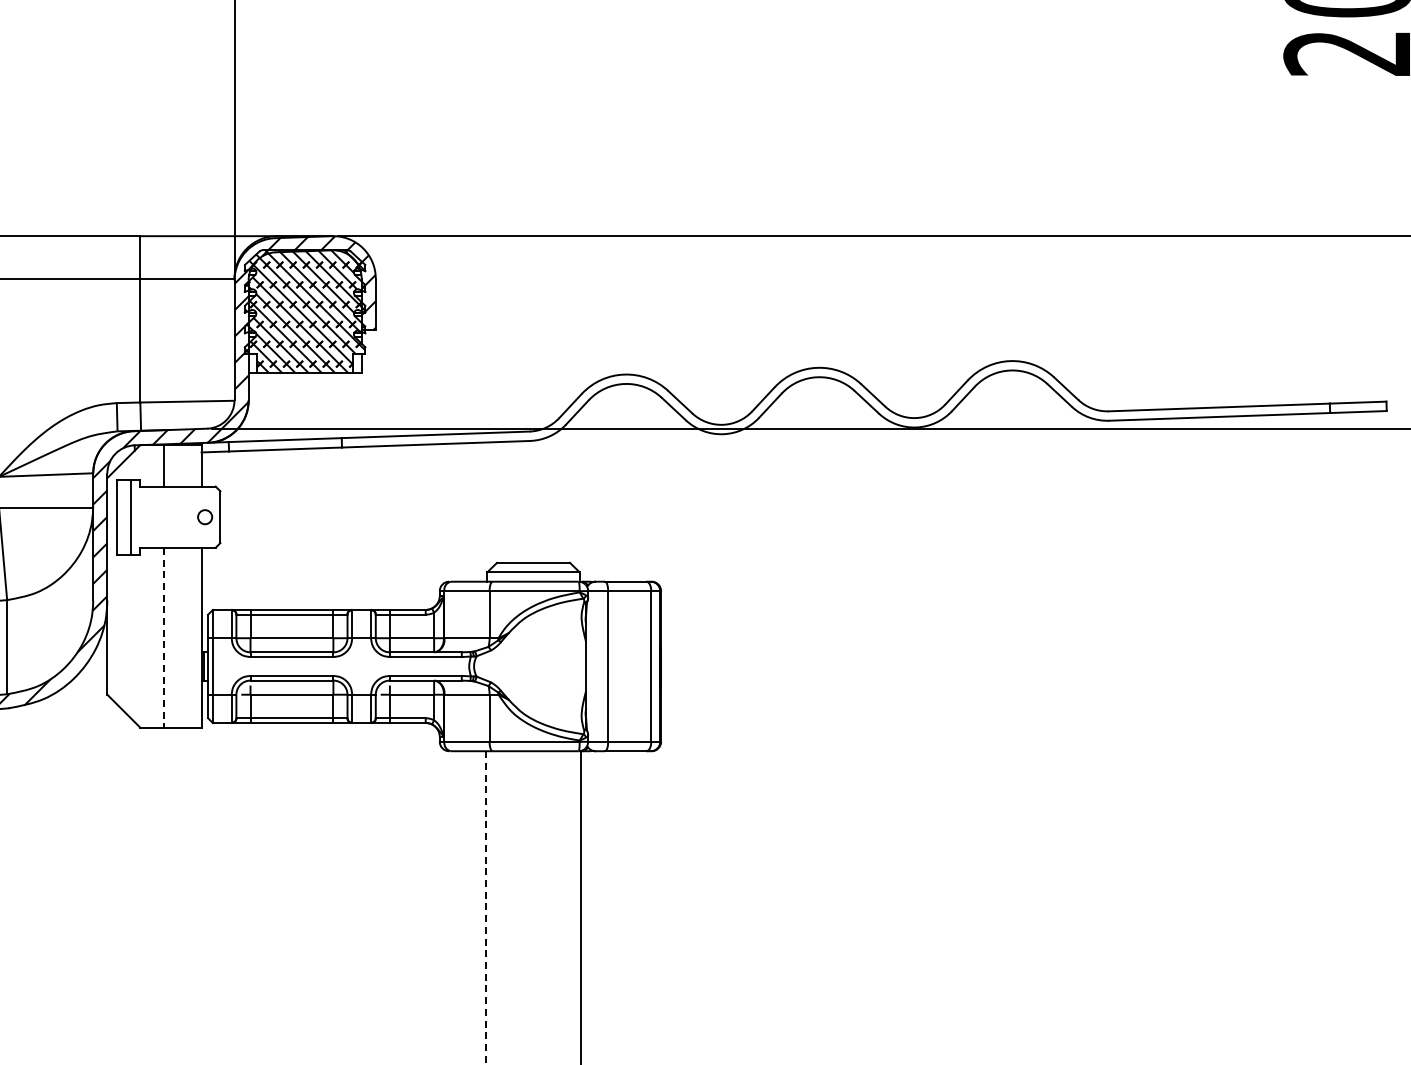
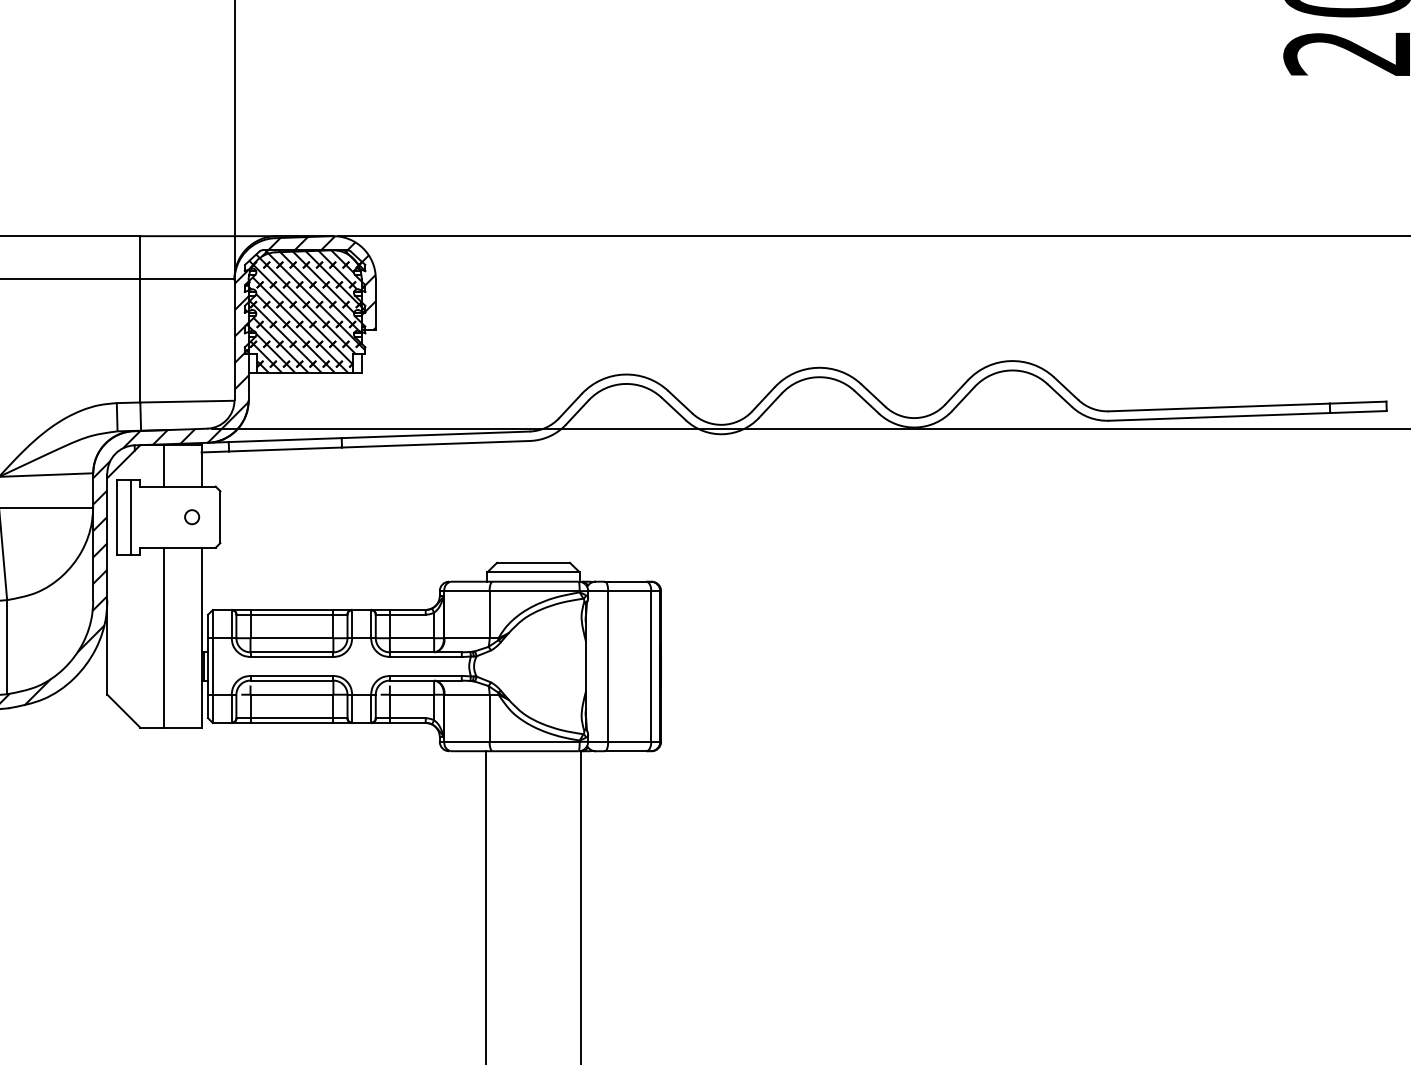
circle at (205, 517) position: (205, 517) -> (192, 517)
line at (163, 637): dashed -> solid
line at (486, 908): dashed -> solid
